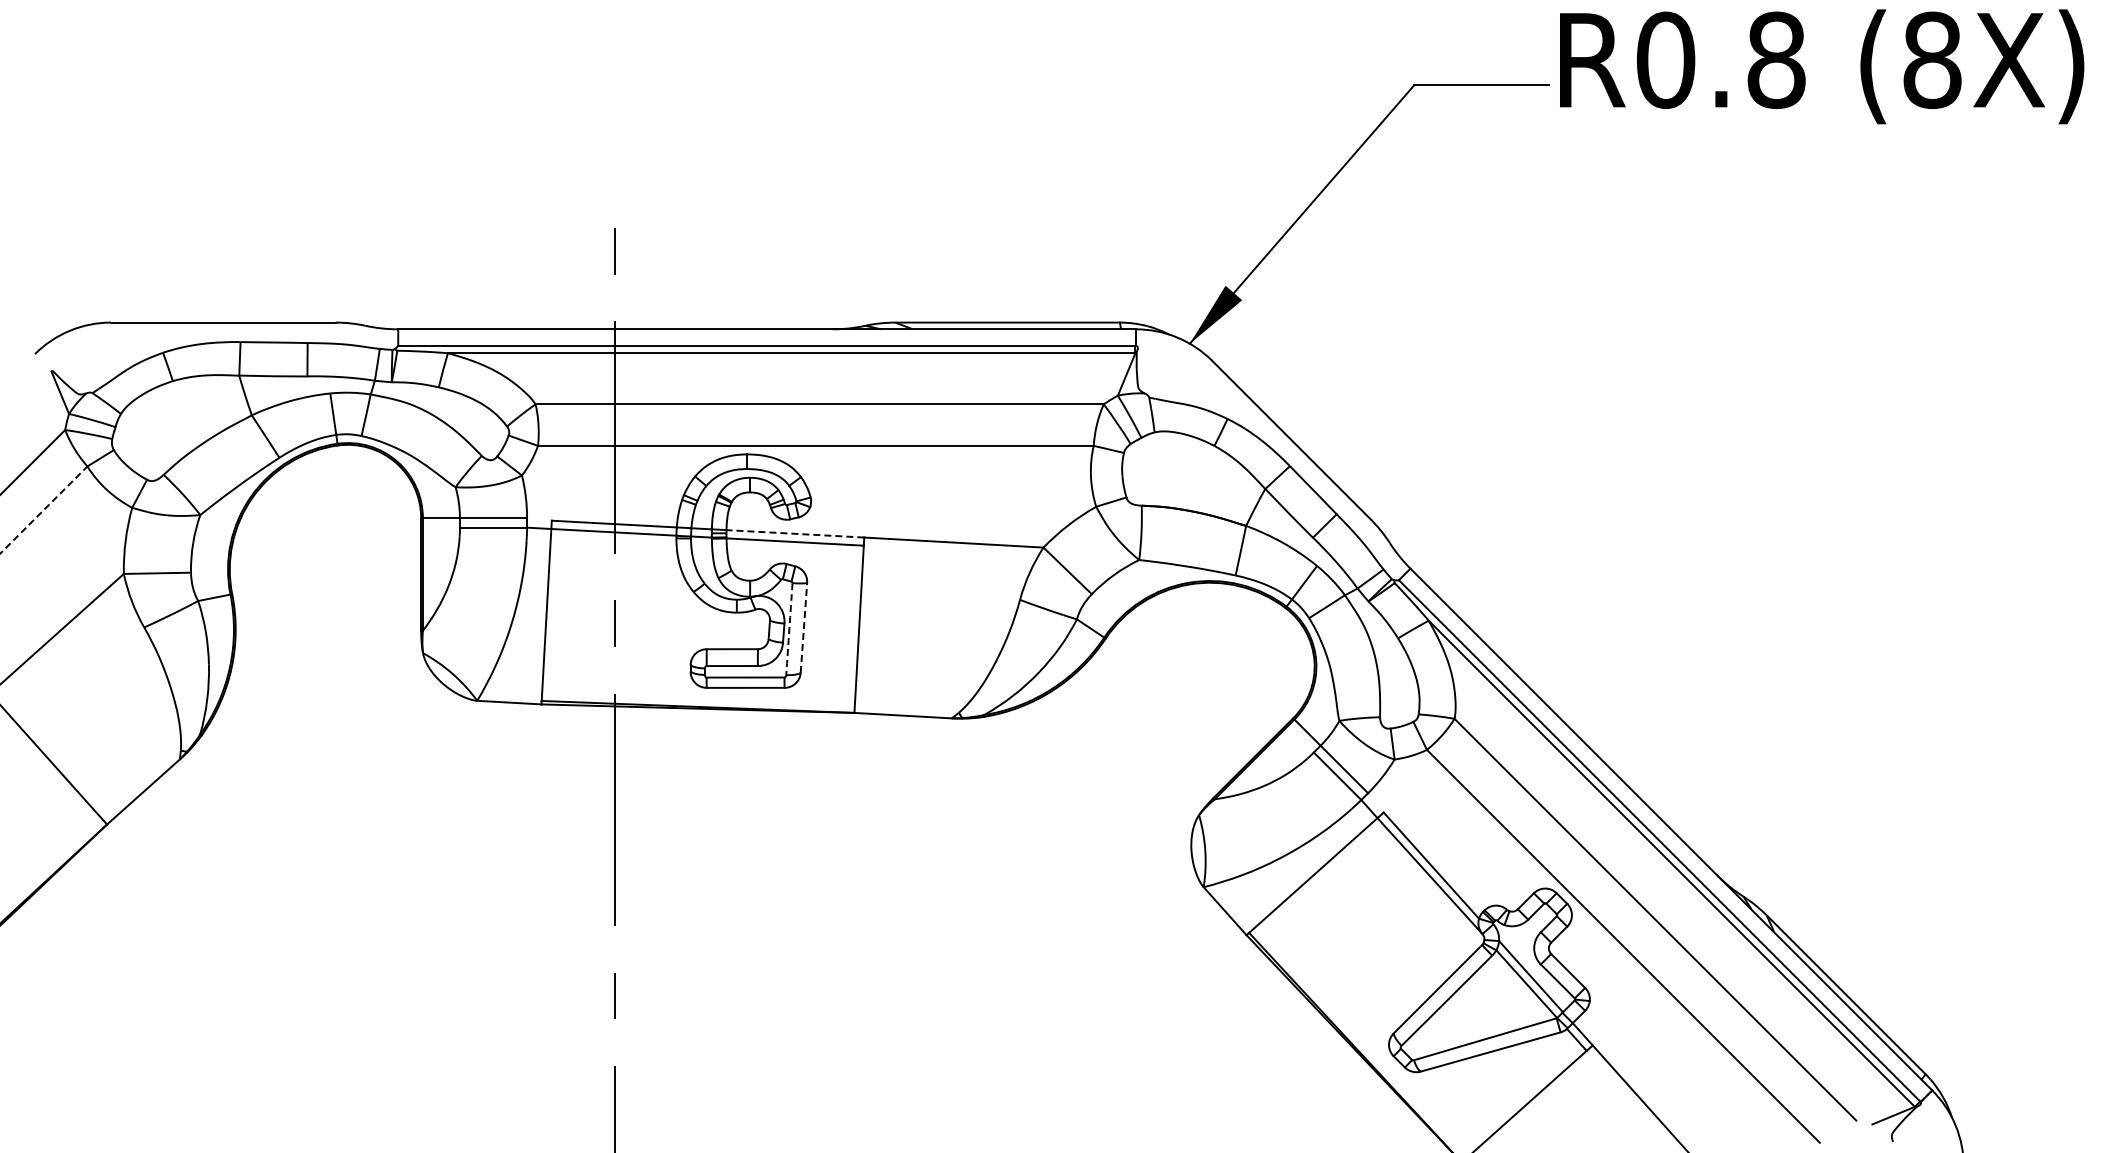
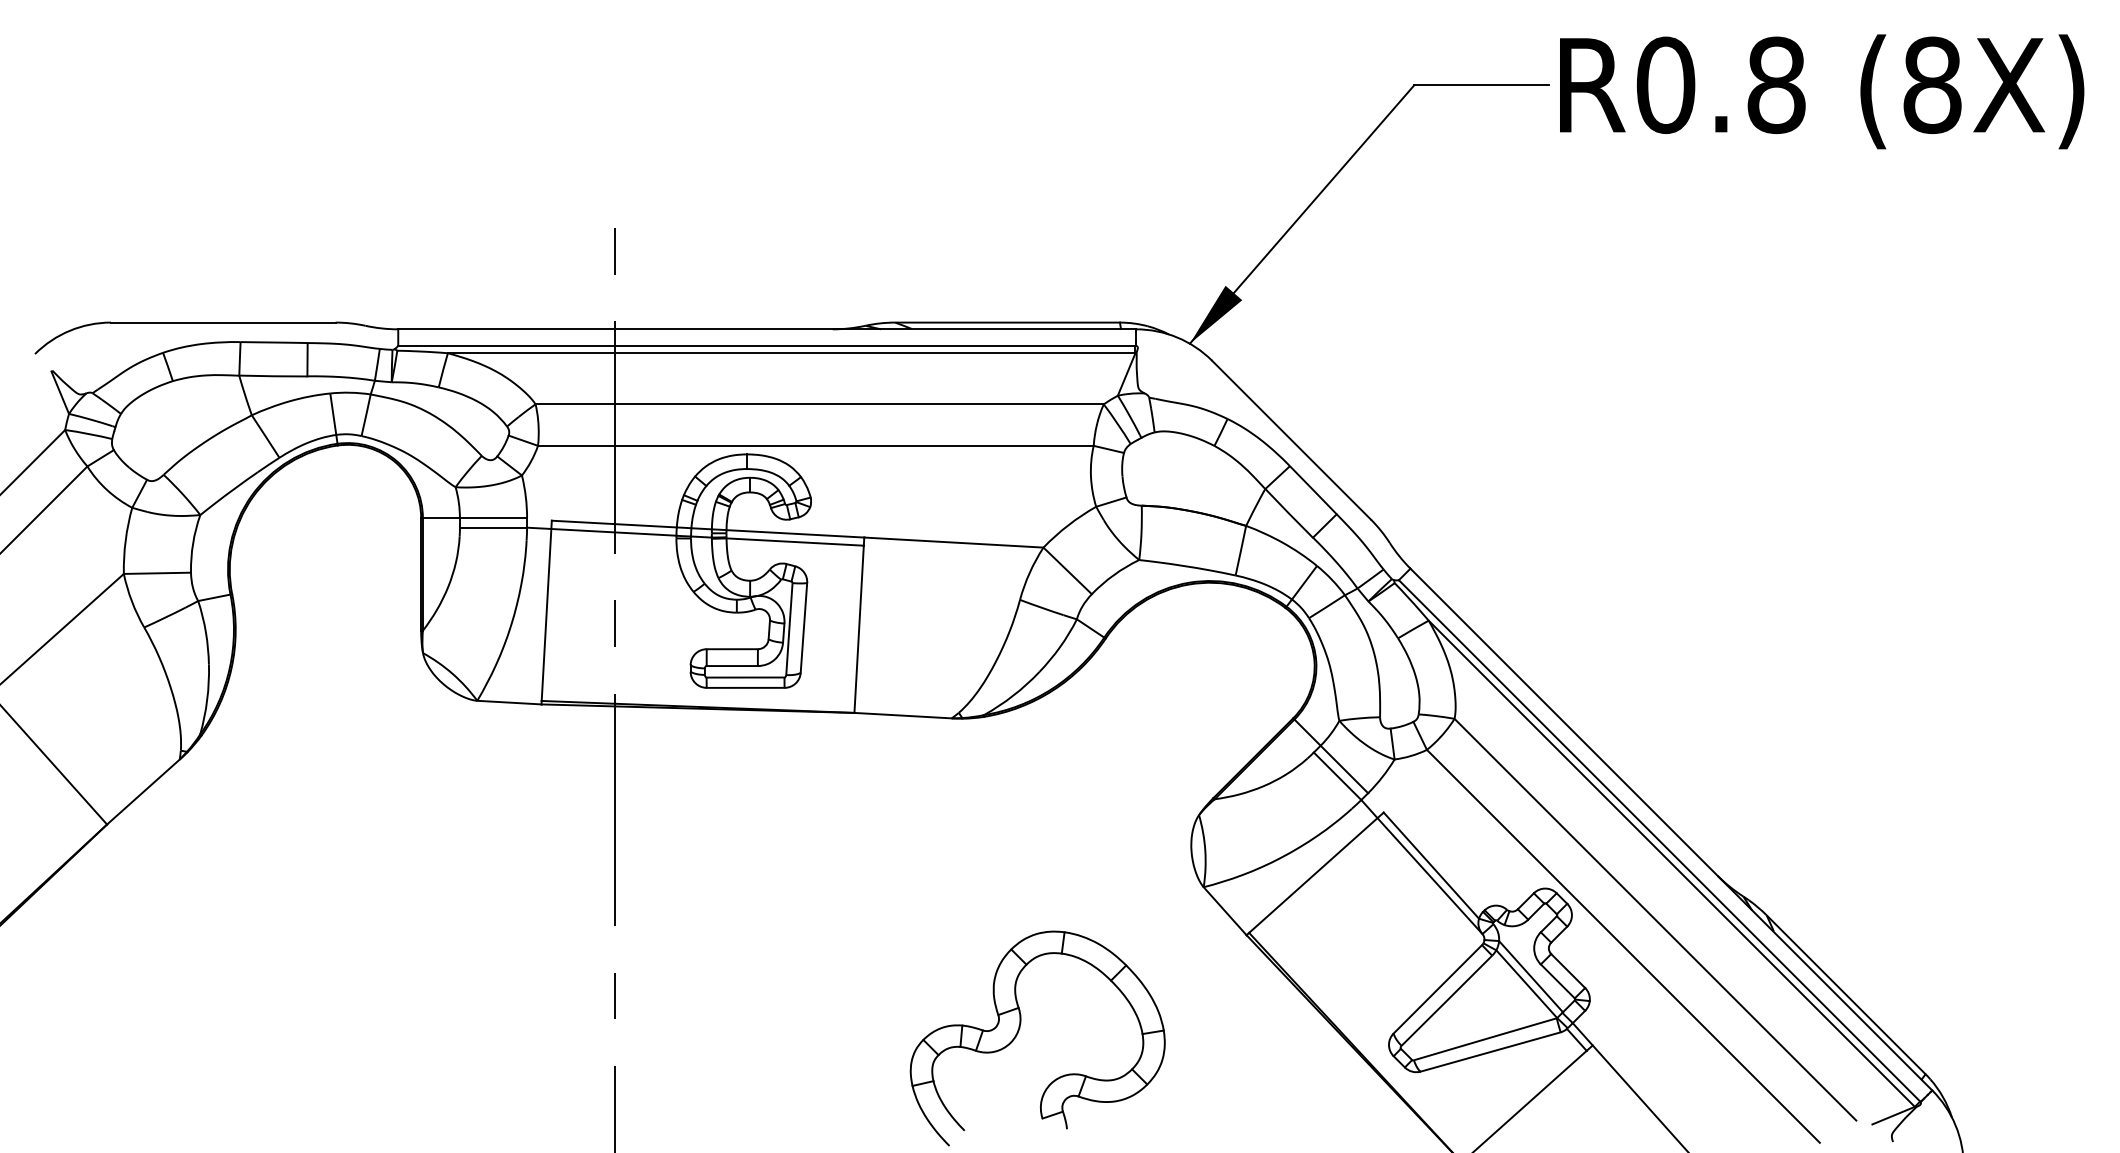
text at (1822, 66) position: (1822, 66) -> (1822, 91)
line at (44, 509): dashed -> solid
line at (795, 533): dashed -> solid
line at (803, 627): dashed -> solid
arc at (789, 629): dashed -> solid
part at (1019, 1031): none -> present
